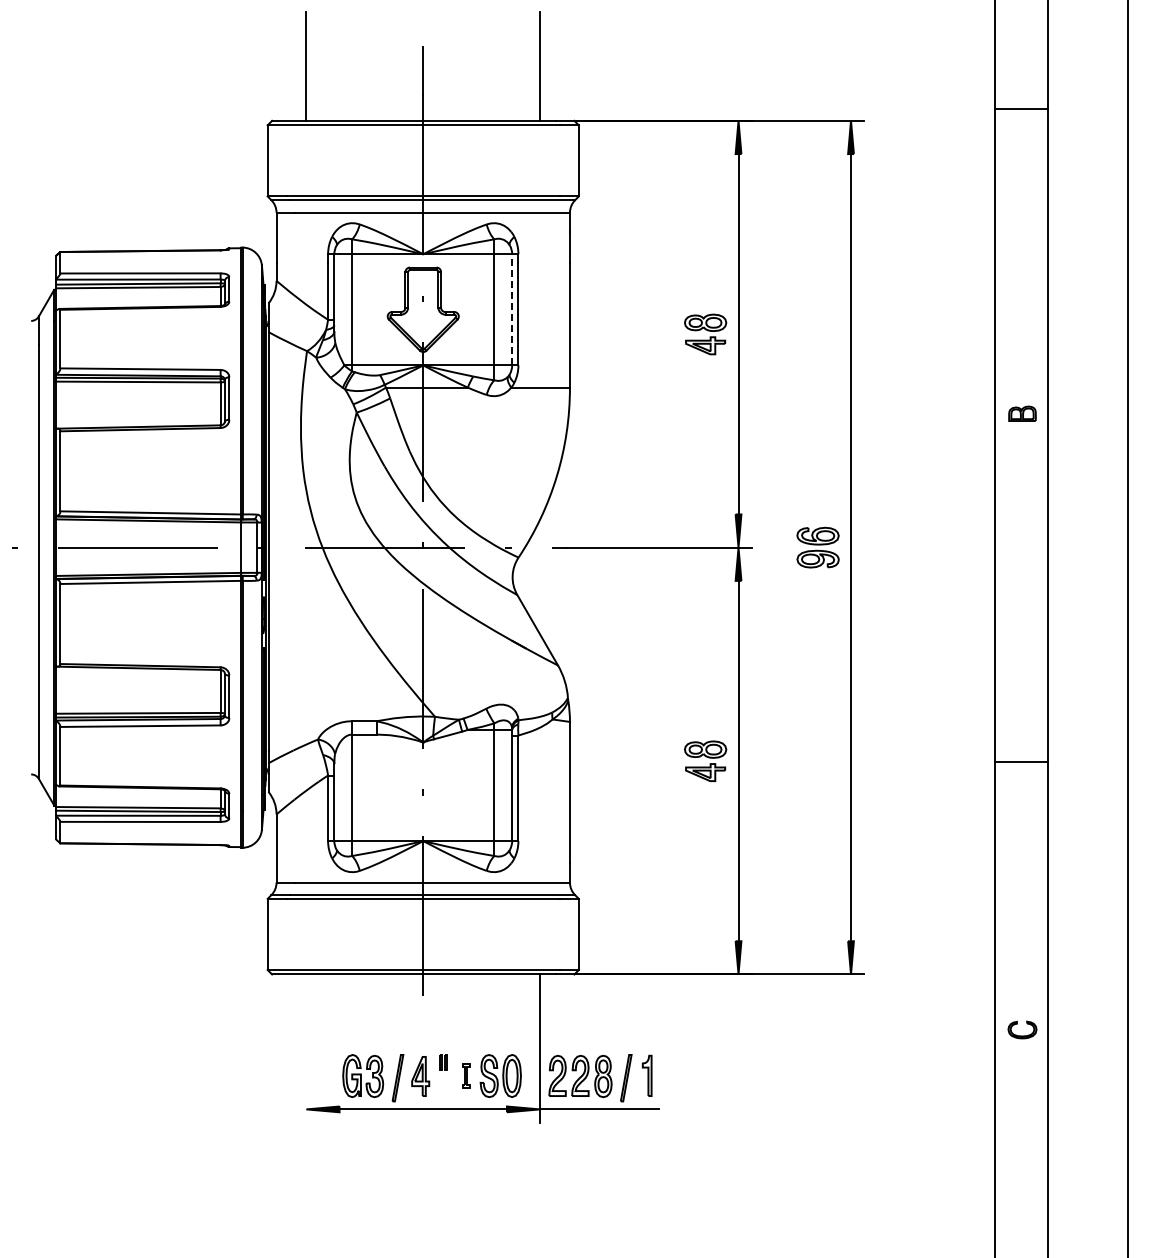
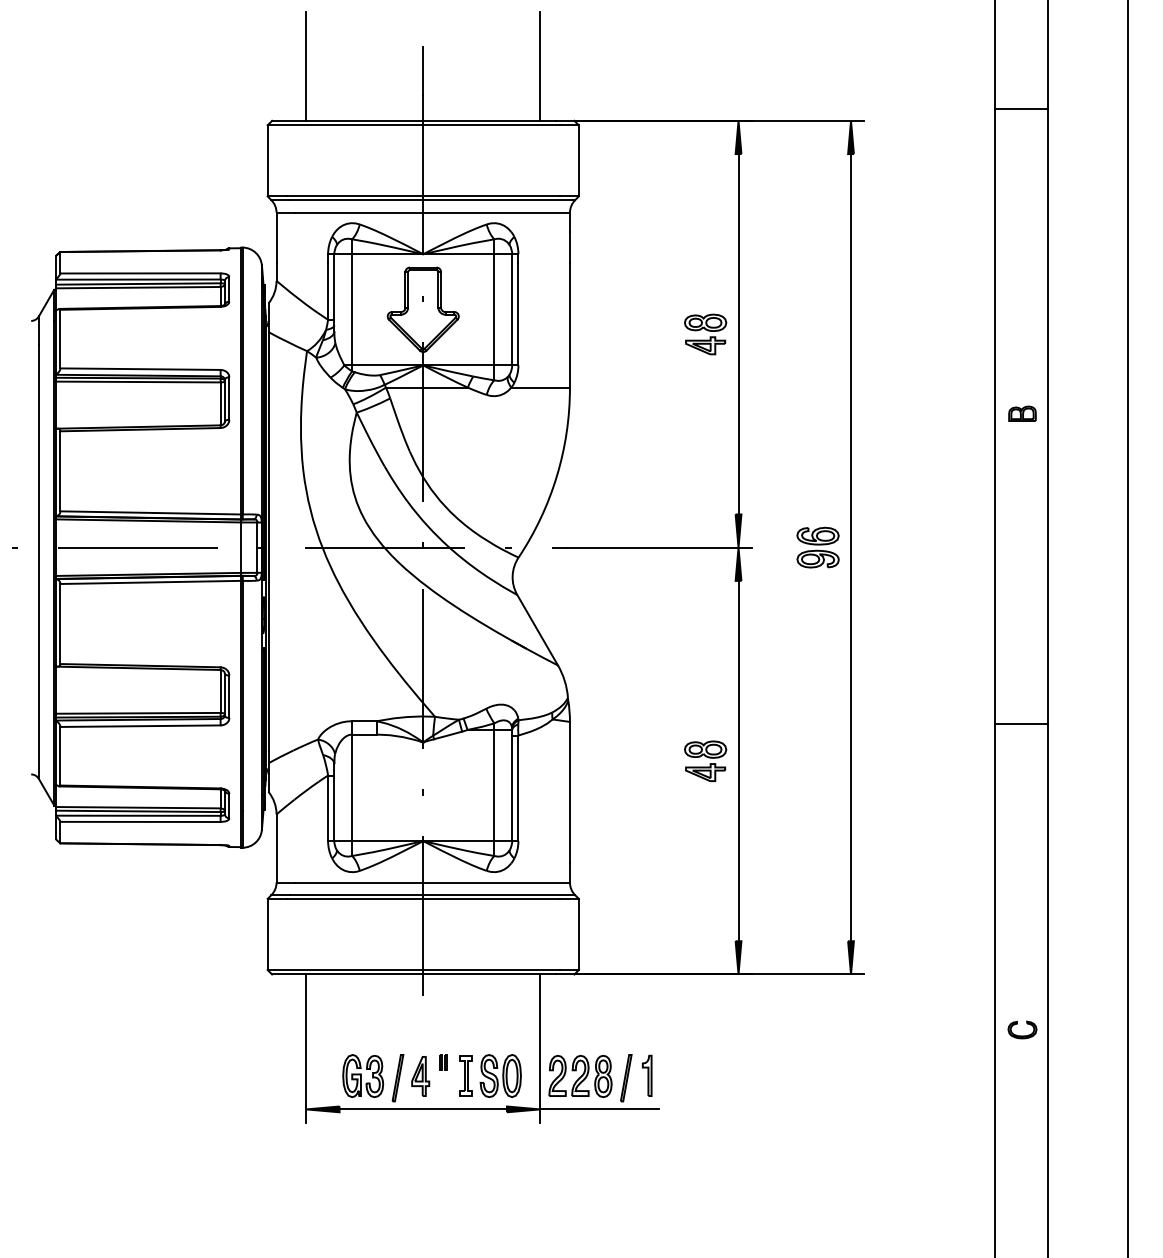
line at (512, 309): dashed -> solid
line at (1020, 762) position: (1020, 762) -> (1020, 724)
line at (306, 1048): none -> present
part at (466, 1075) size: 9x26 px -> 14x42 px
